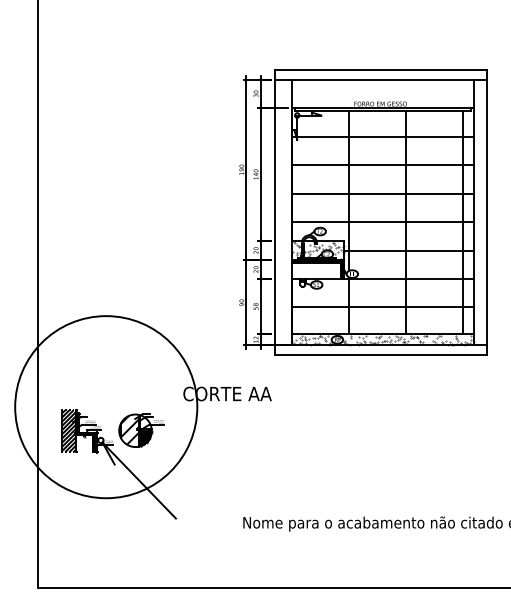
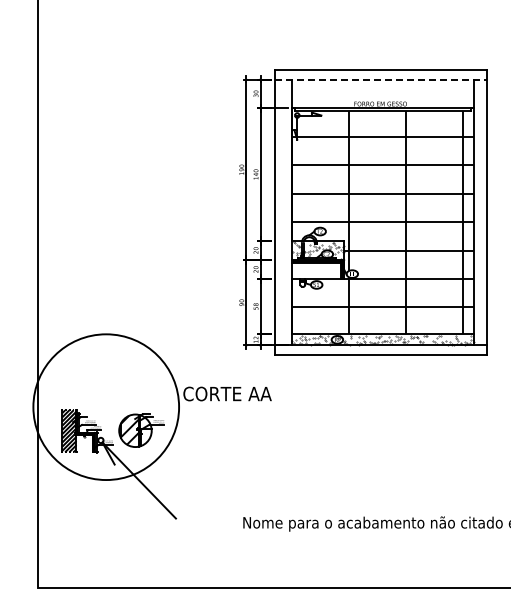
line at (380, 79): solid -> dashed
circle at (106, 407) diameter: 182 px -> 146 px
hatch at (145, 437): present -> none
